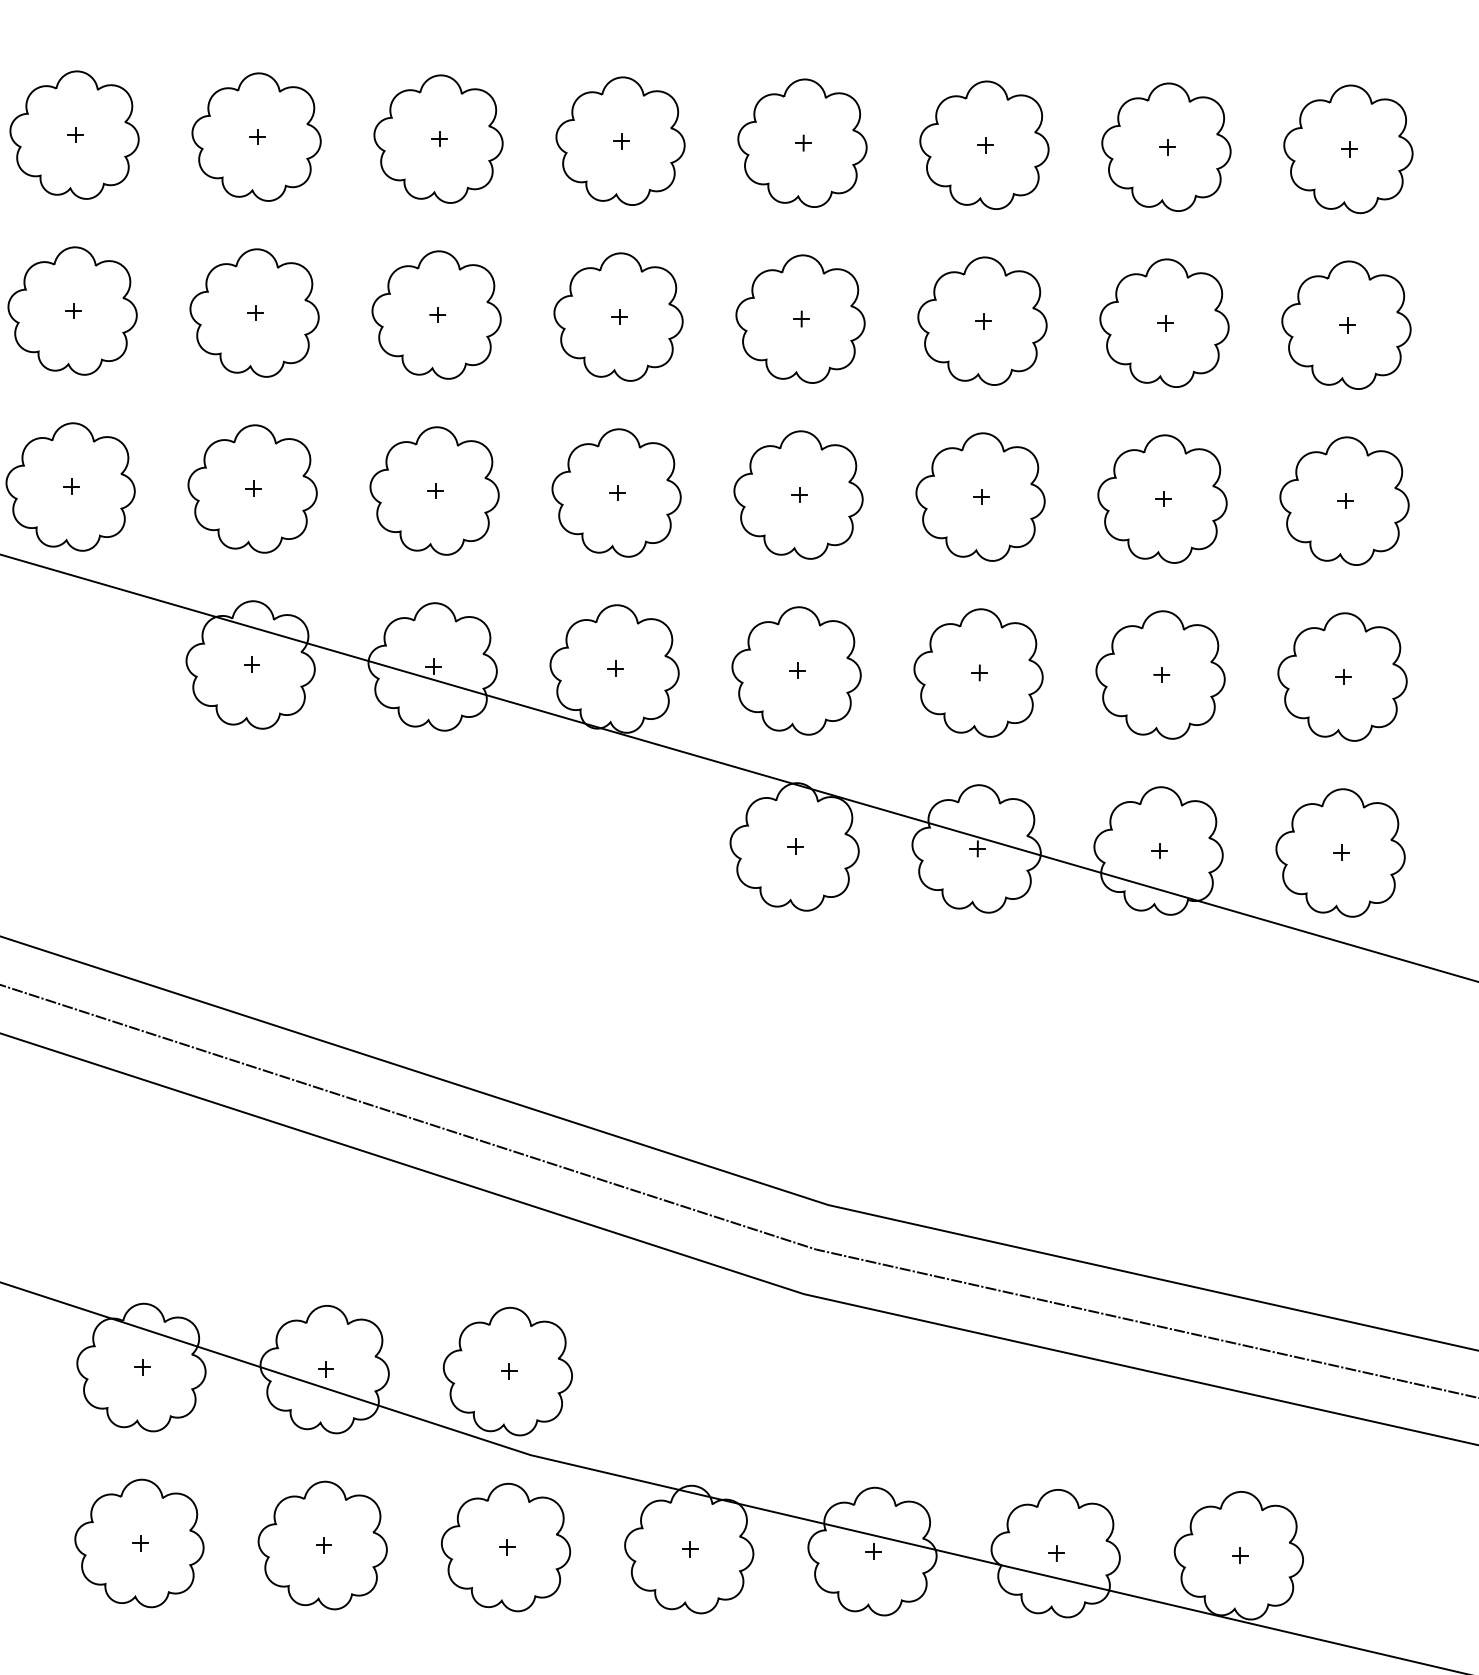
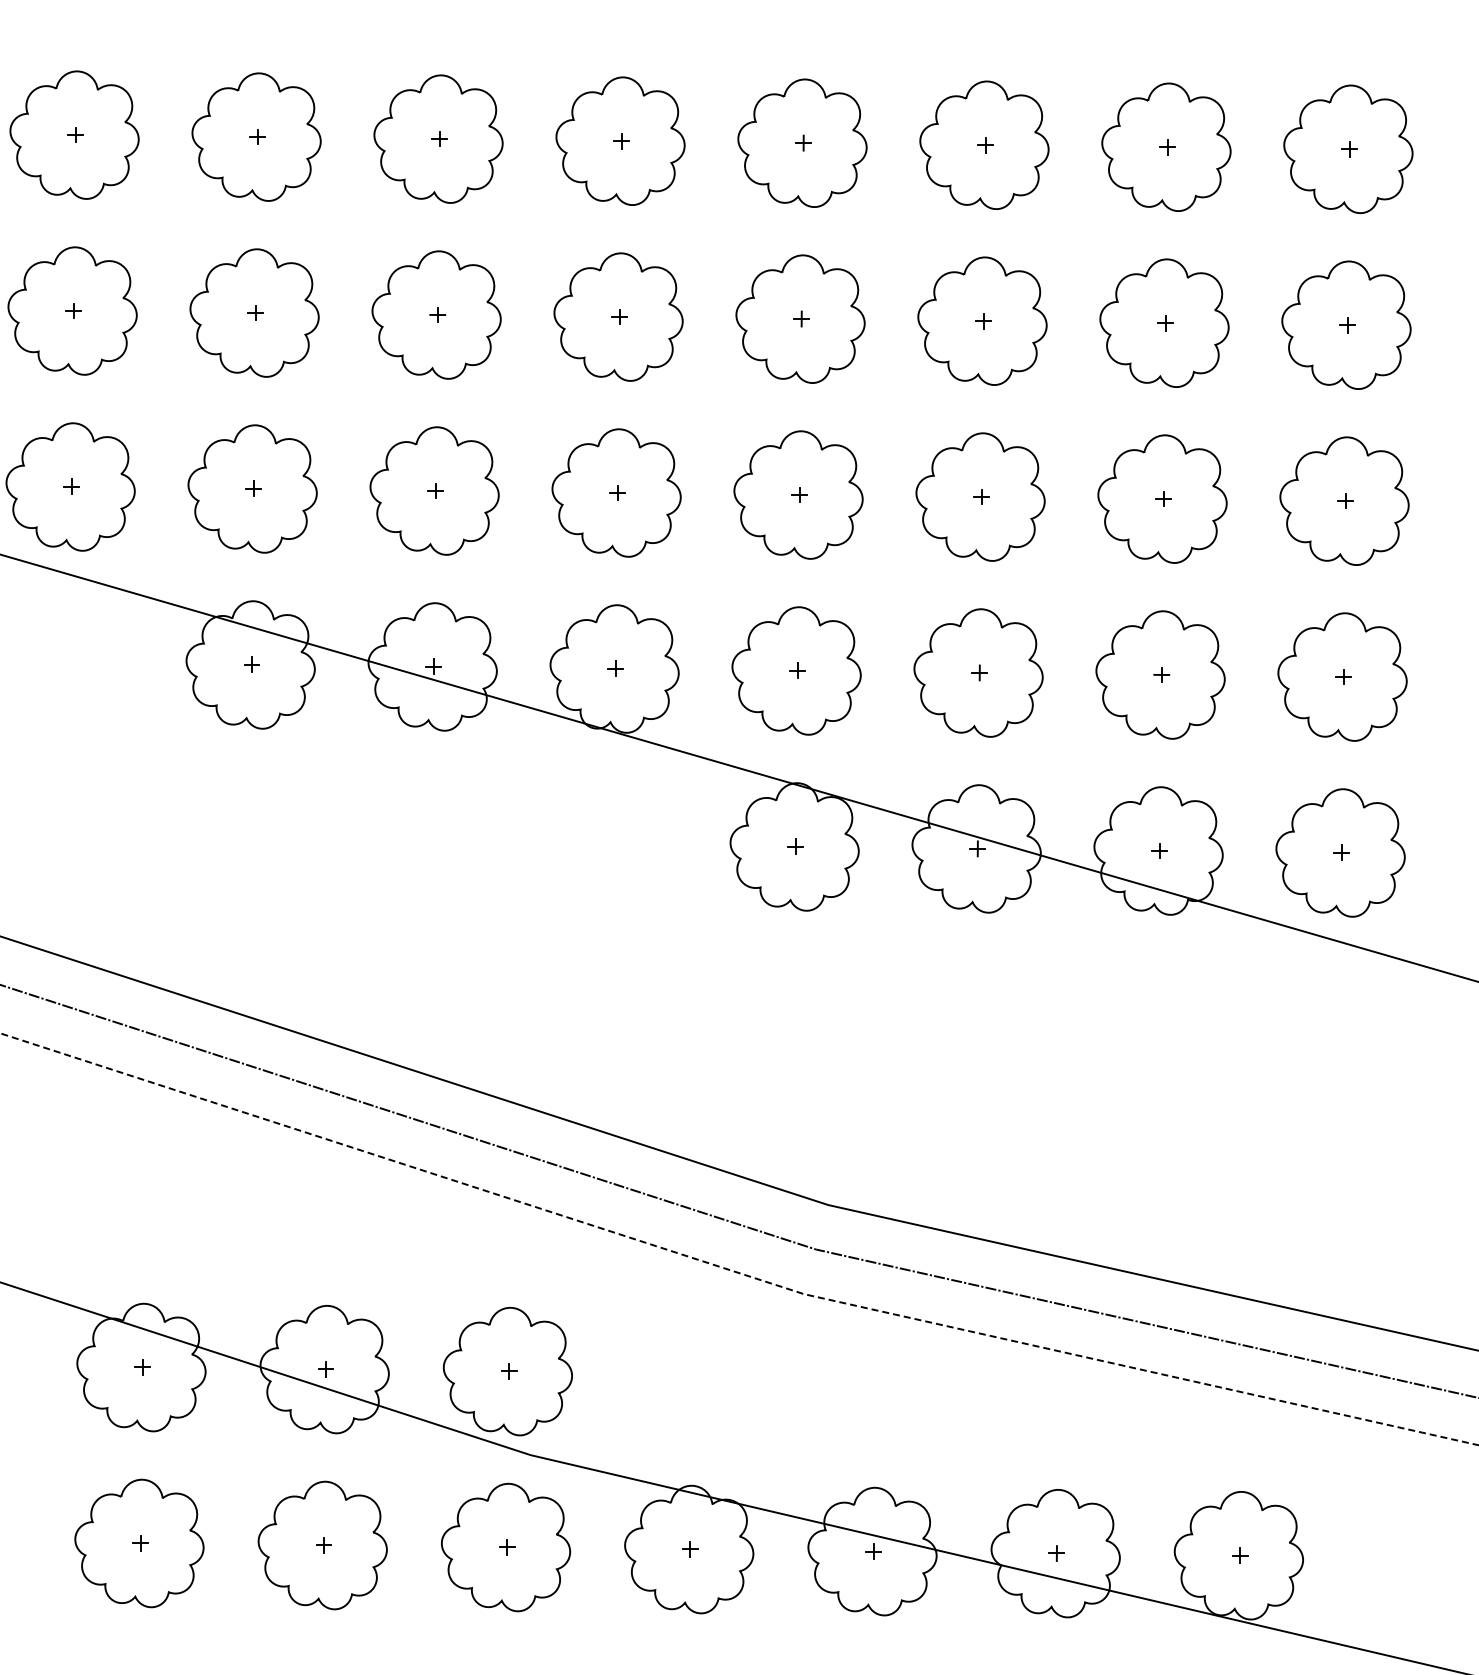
line at (731, 1270): solid -> dashed
